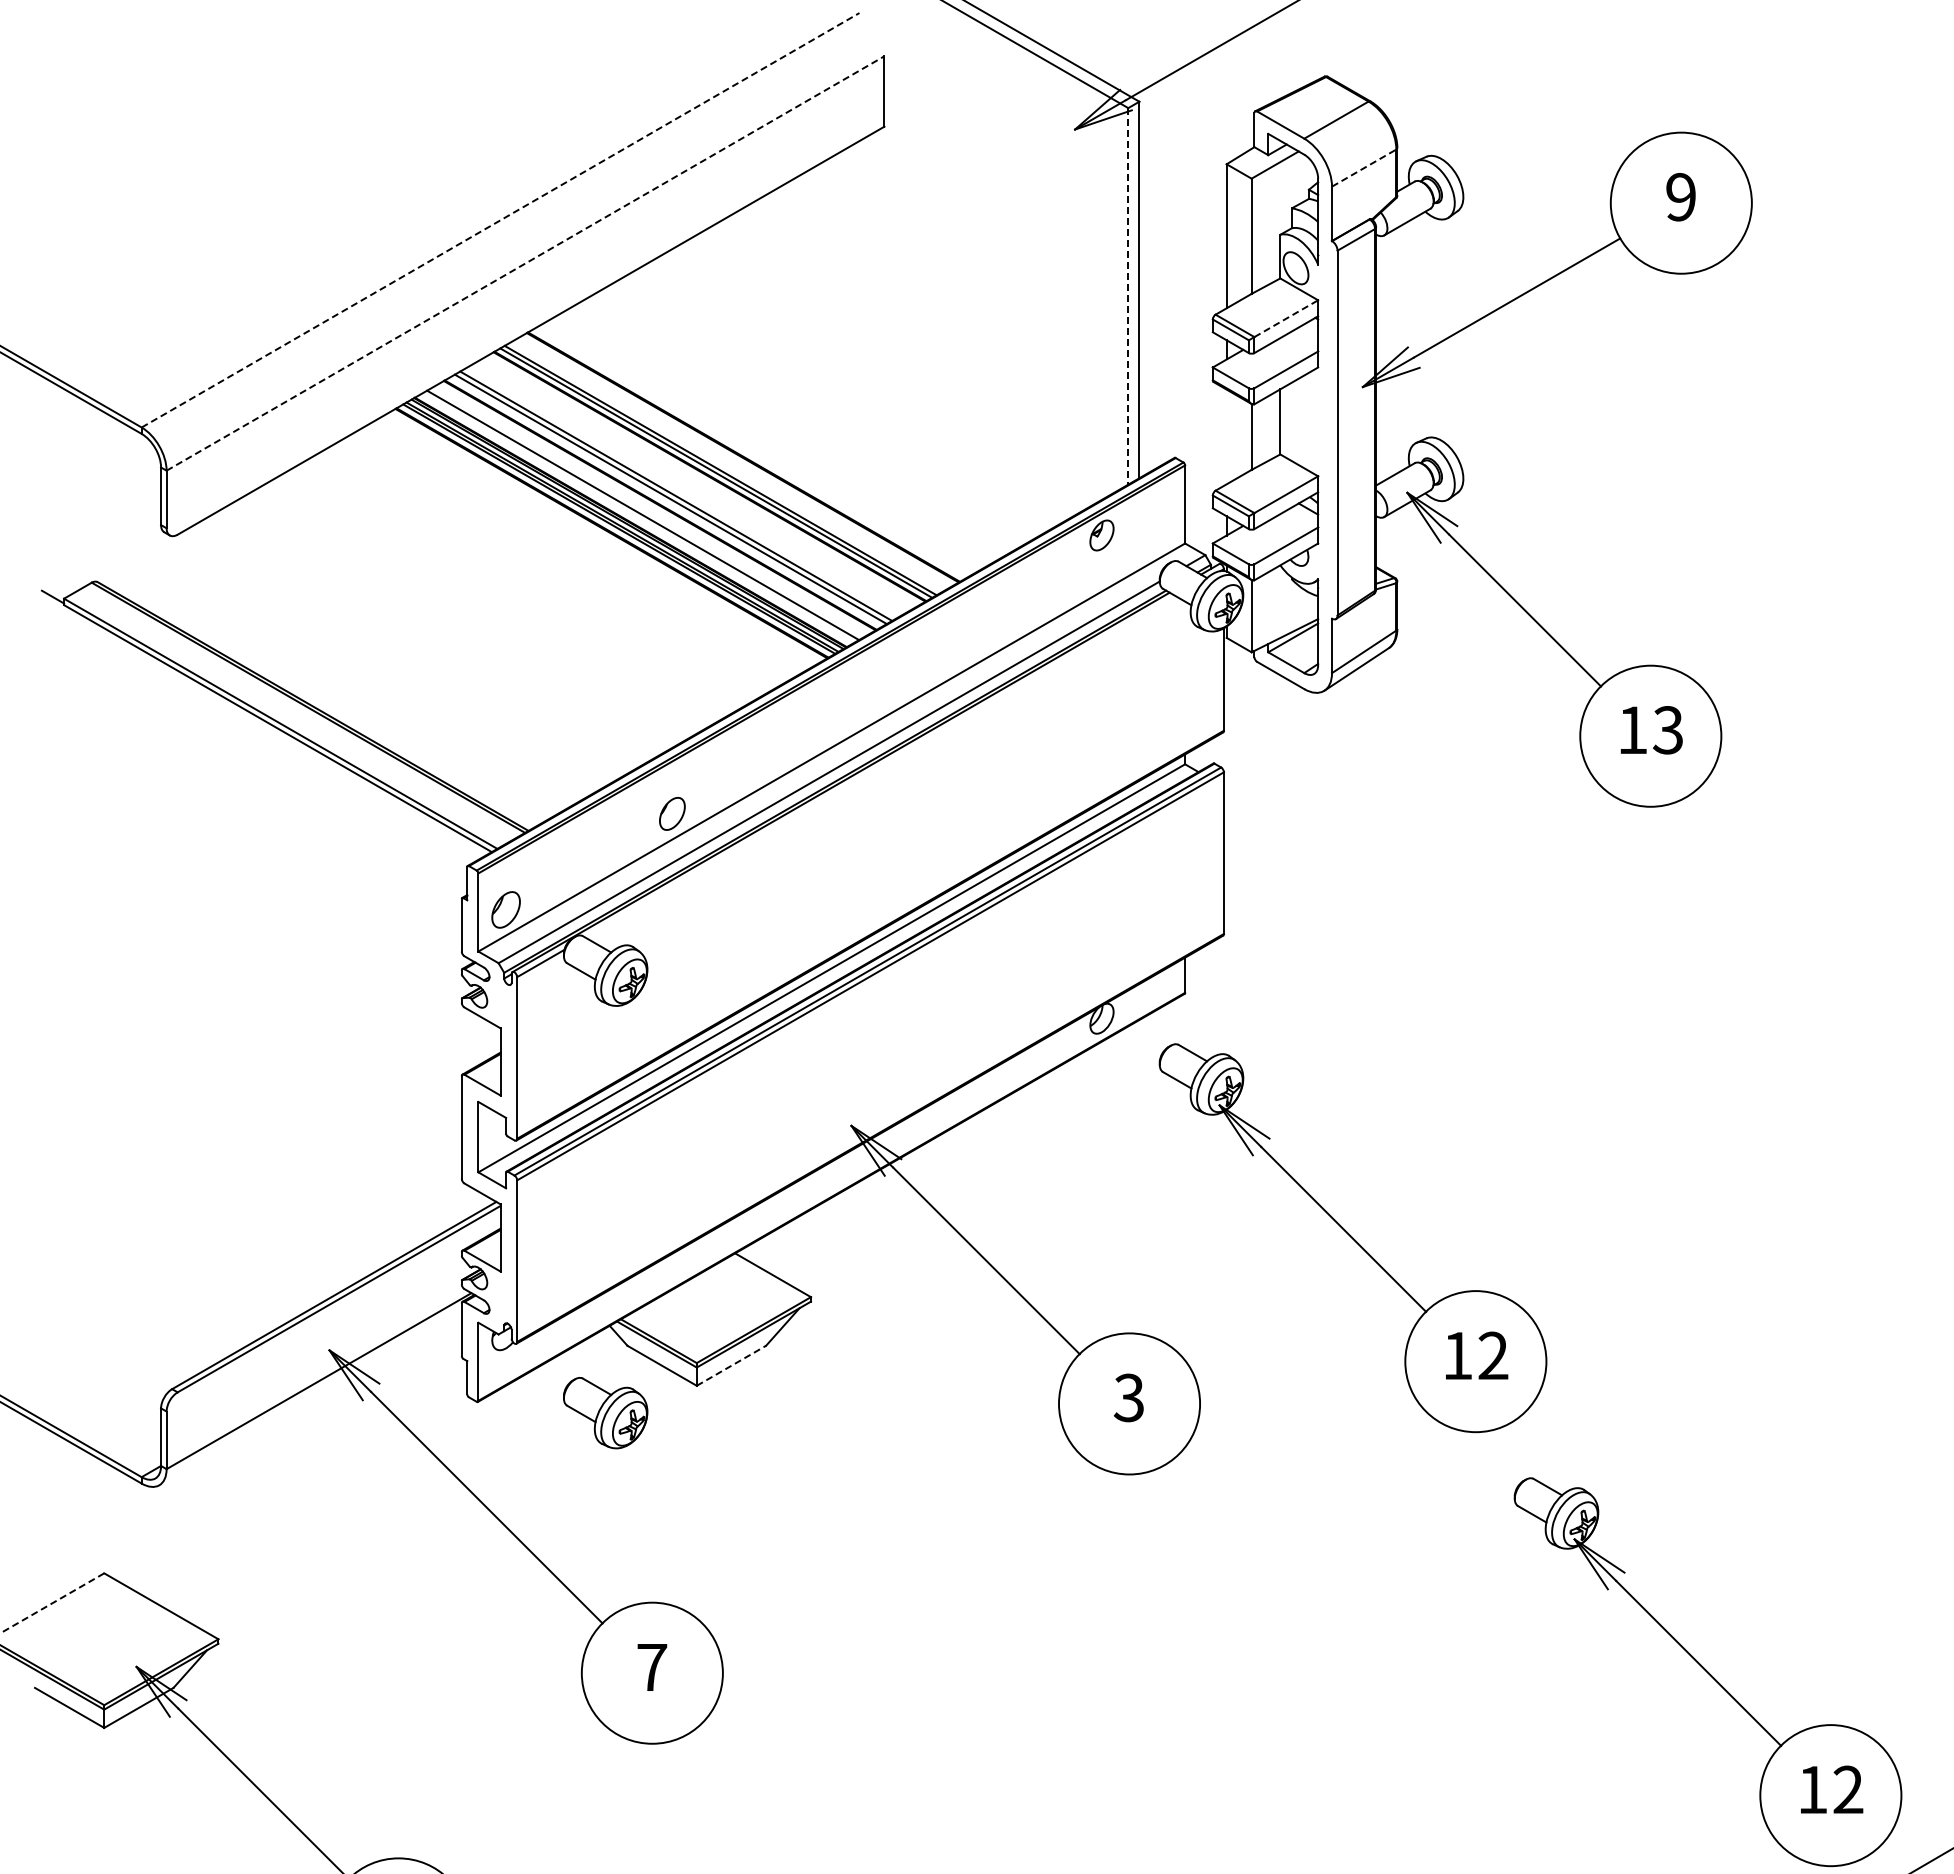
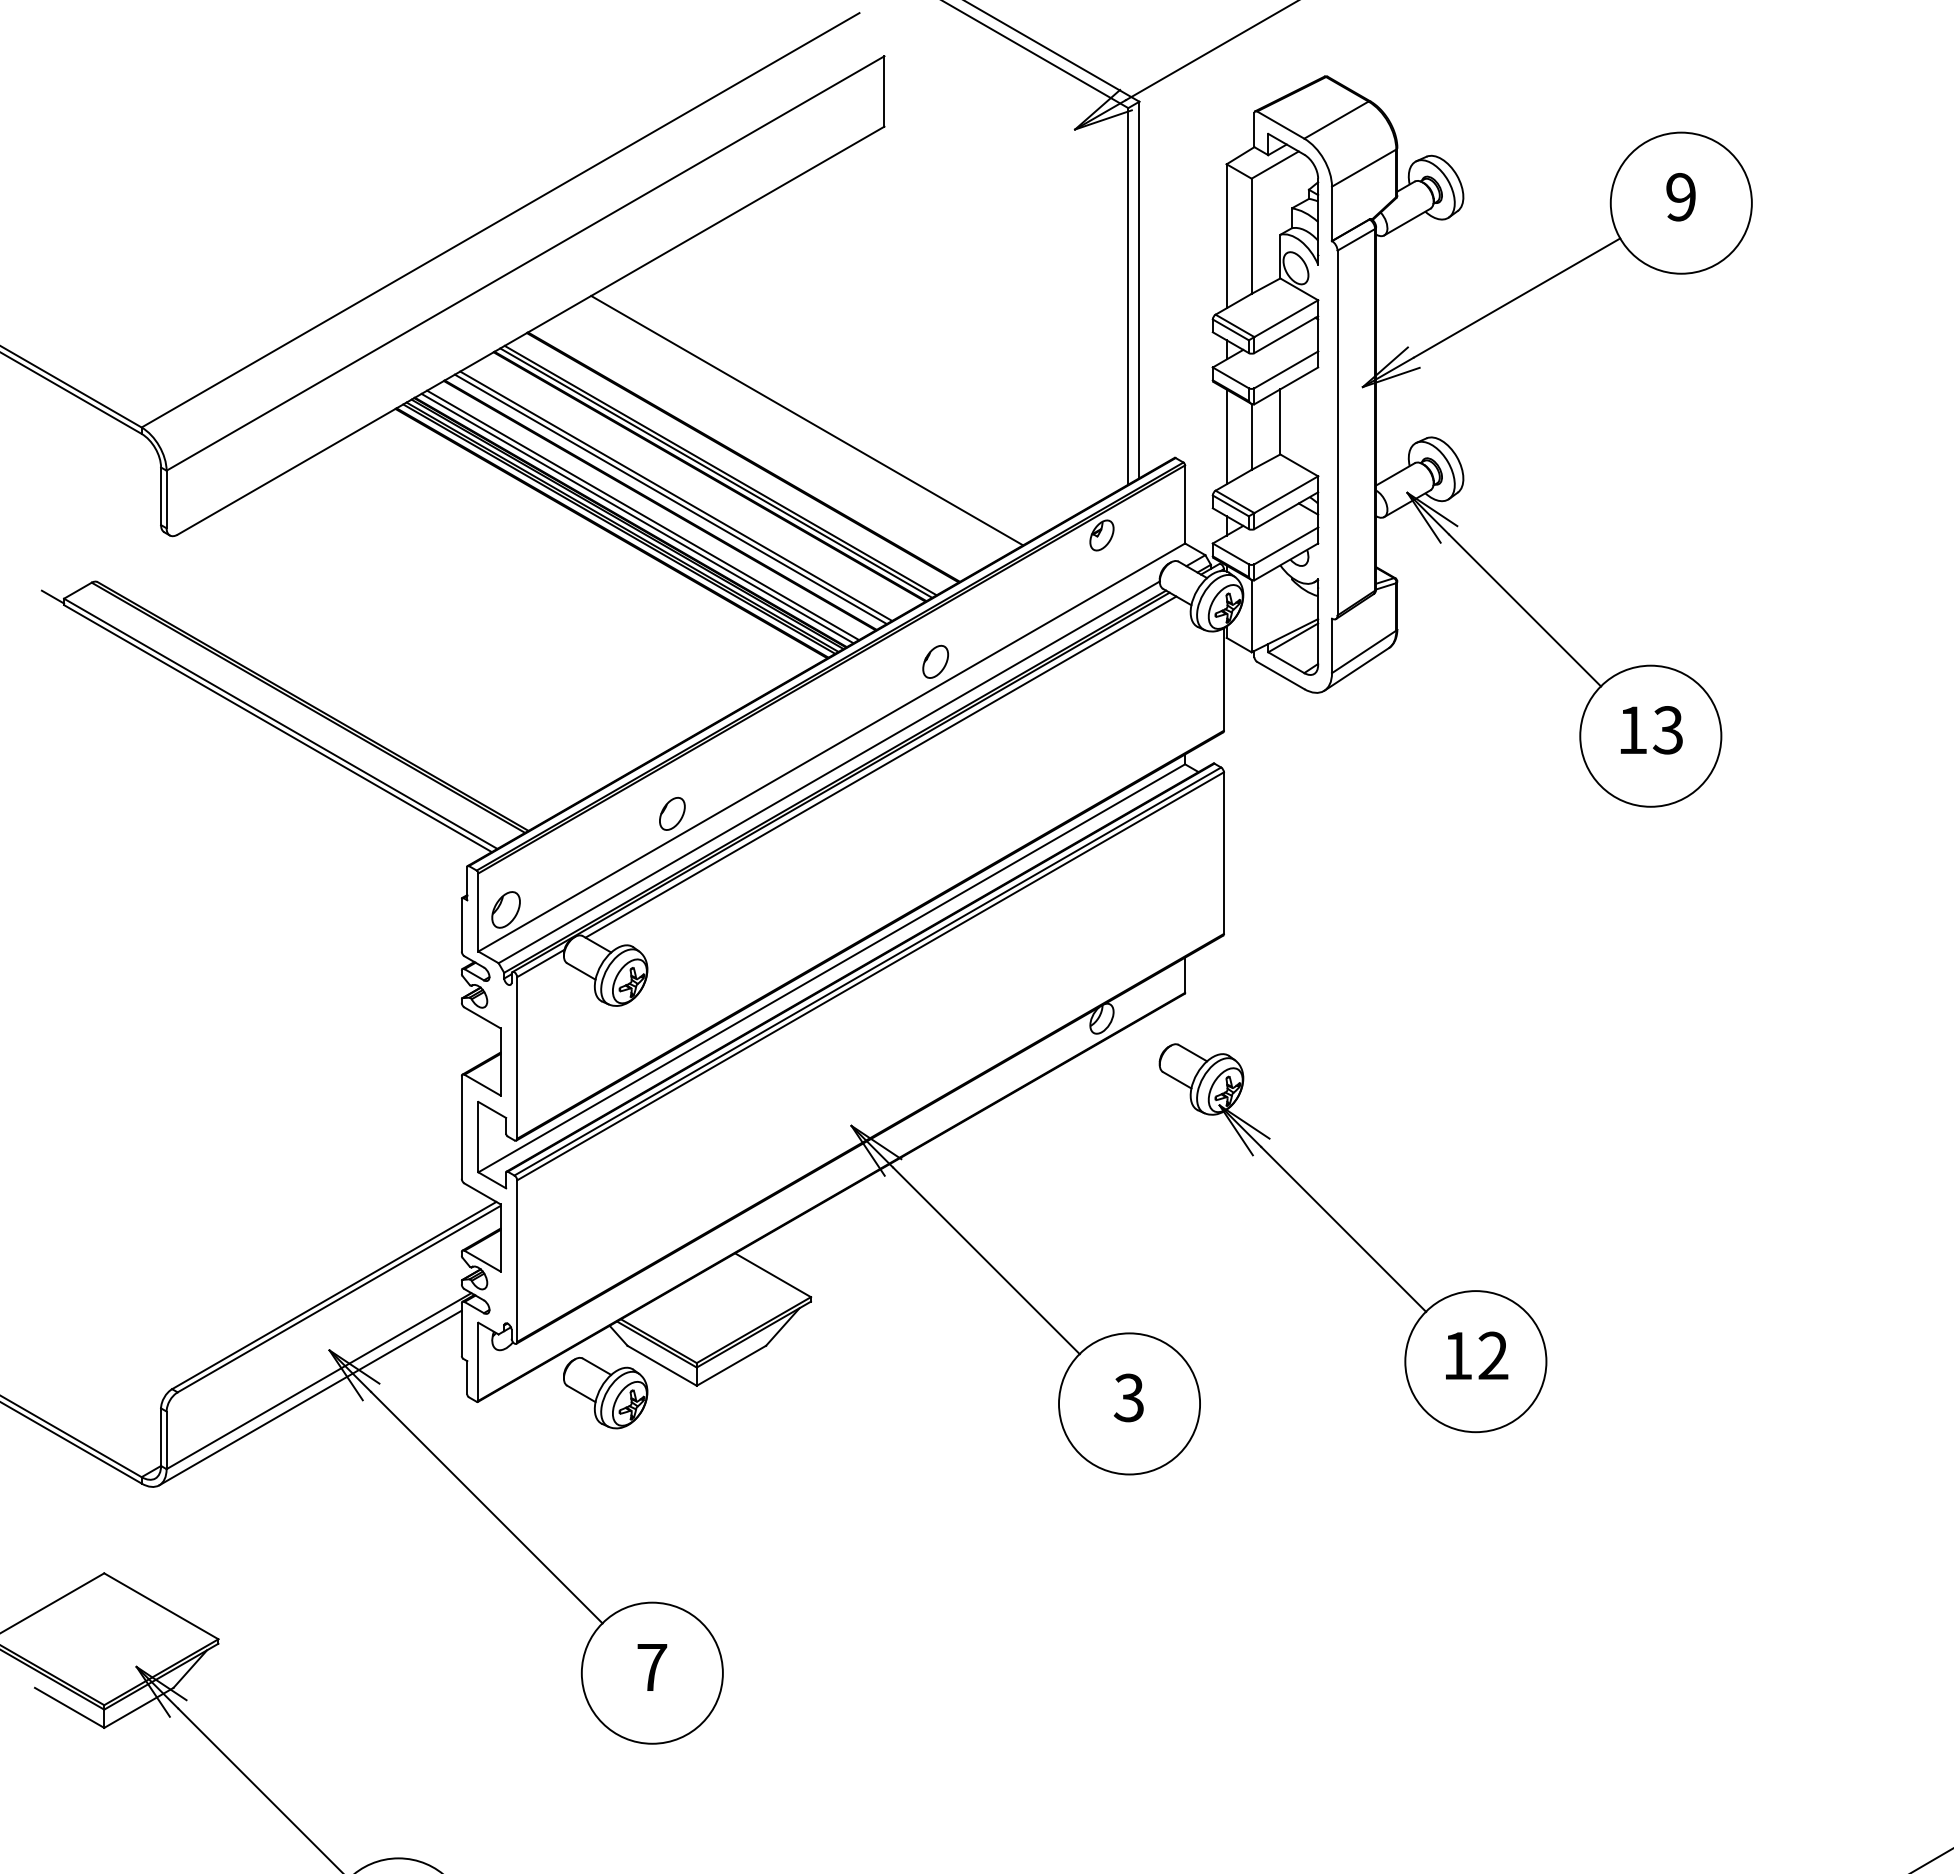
line at (1364, 167): dashed -> solid
line at (501, 220): dashed -> solid
line at (525, 263): dashed -> solid
line at (1128, 296): dashed -> solid
line at (1286, 318): dashed -> solid
line at (807, 420): none -> present
line at (1226, 436): none -> present
line at (637, 518): none -> present
part at (935, 661): none -> present
line at (880, 766): none -> present
line at (731, 1365): dashed -> solid
line at (310, 1397): none -> present
part at (605, 1413) position: (605, 1413) -> (605, 1393)
line at (52, 1603): dashed -> solid
part at (1707, 1672): present -> none
